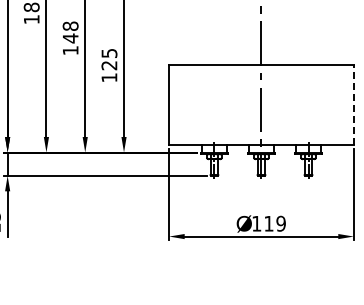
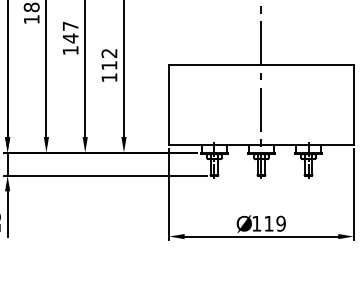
text at (70, 25): 148 -> 147
text at (109, 59): 125 -> 112
line at (353, 104): dashed -> solid
